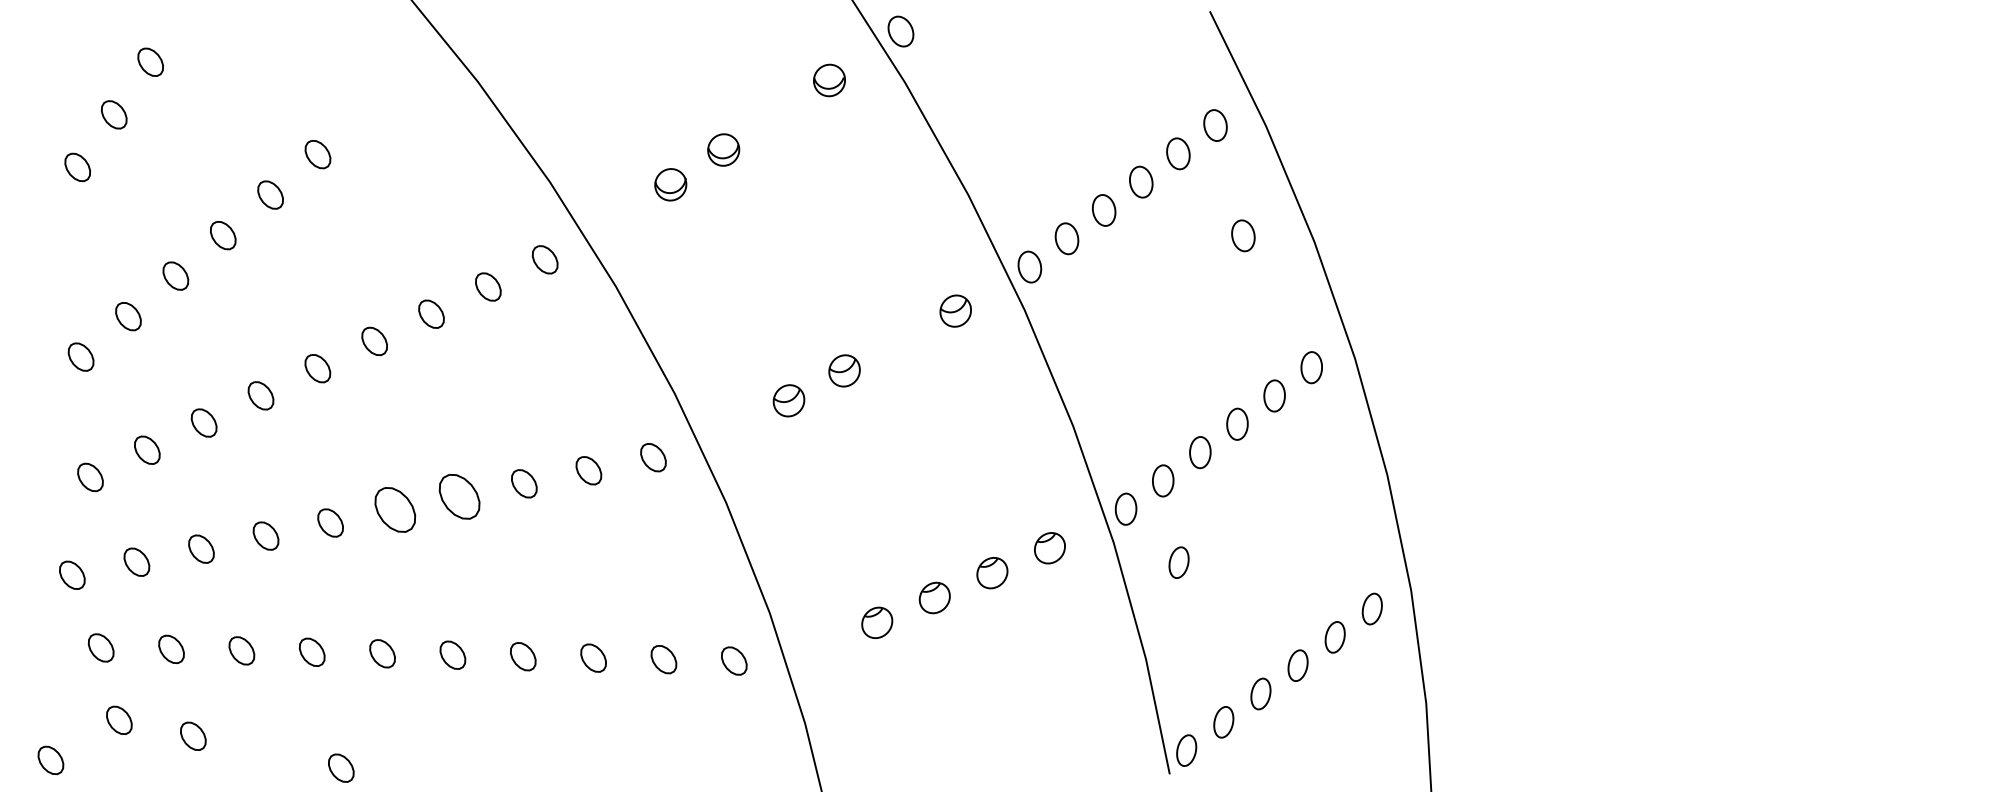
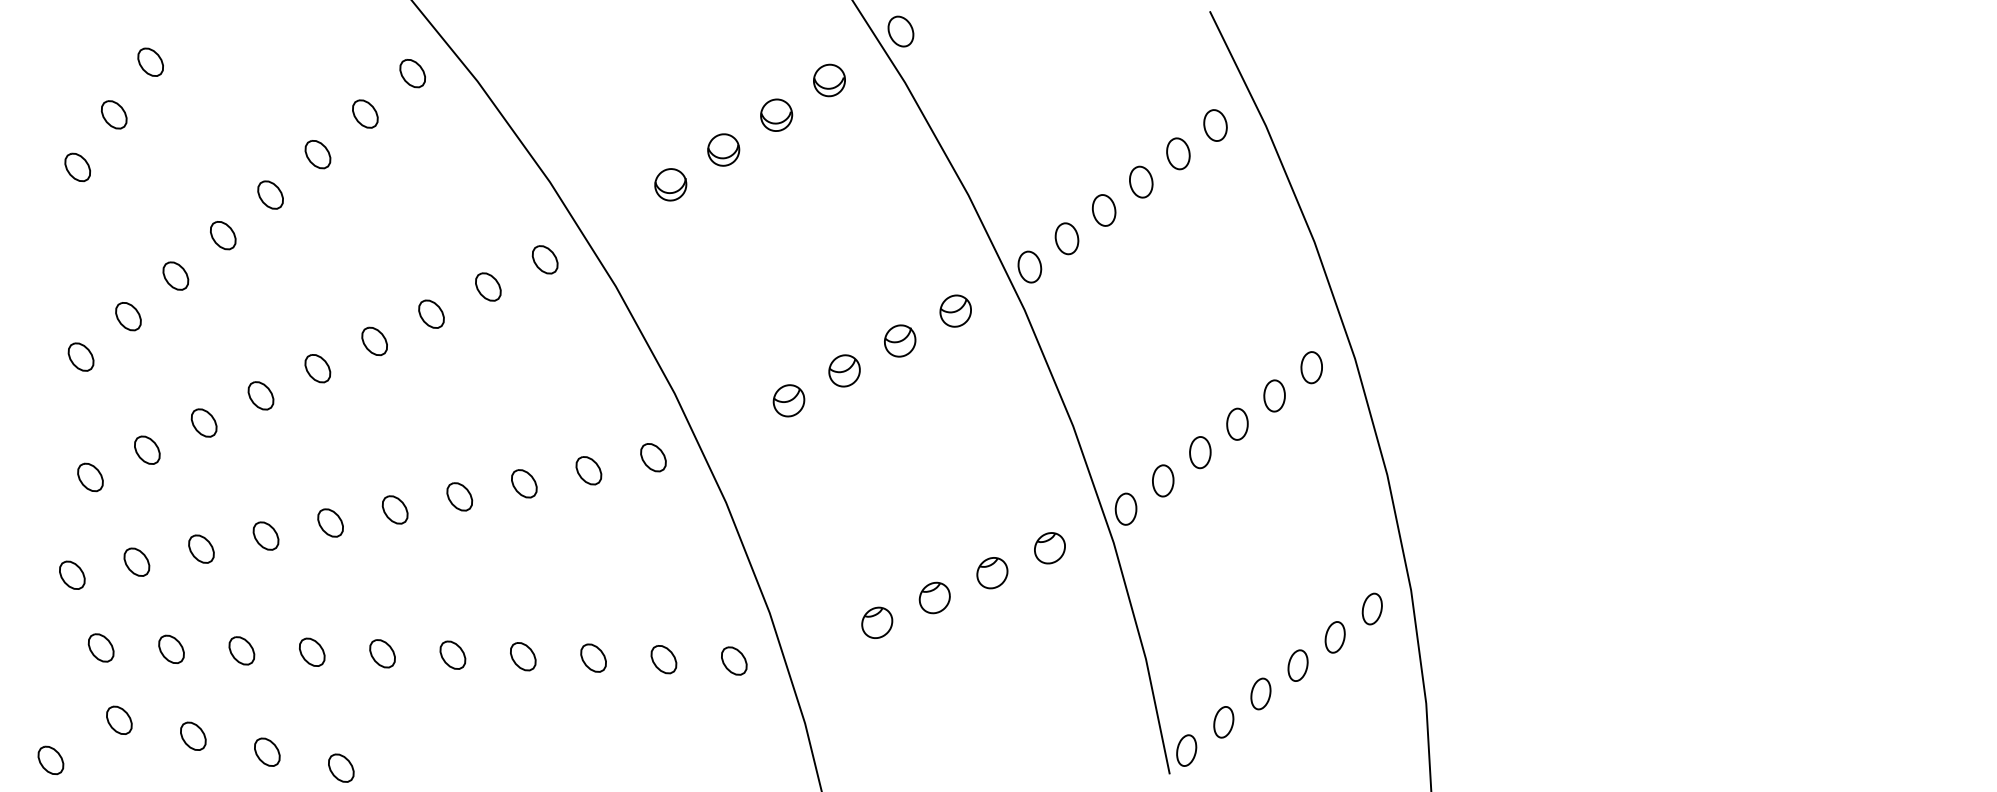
part at (412, 73): none -> present
part at (365, 113): none -> present
part at (776, 114): none -> present
part at (1243, 235): present -> none
part at (900, 340): none -> present
part at (459, 496) size: 43x46 px -> 28x30 px
part at (395, 509) size: 43x46 px -> 28x30 px
part at (1178, 562): present -> none
part at (267, 751): none -> present
